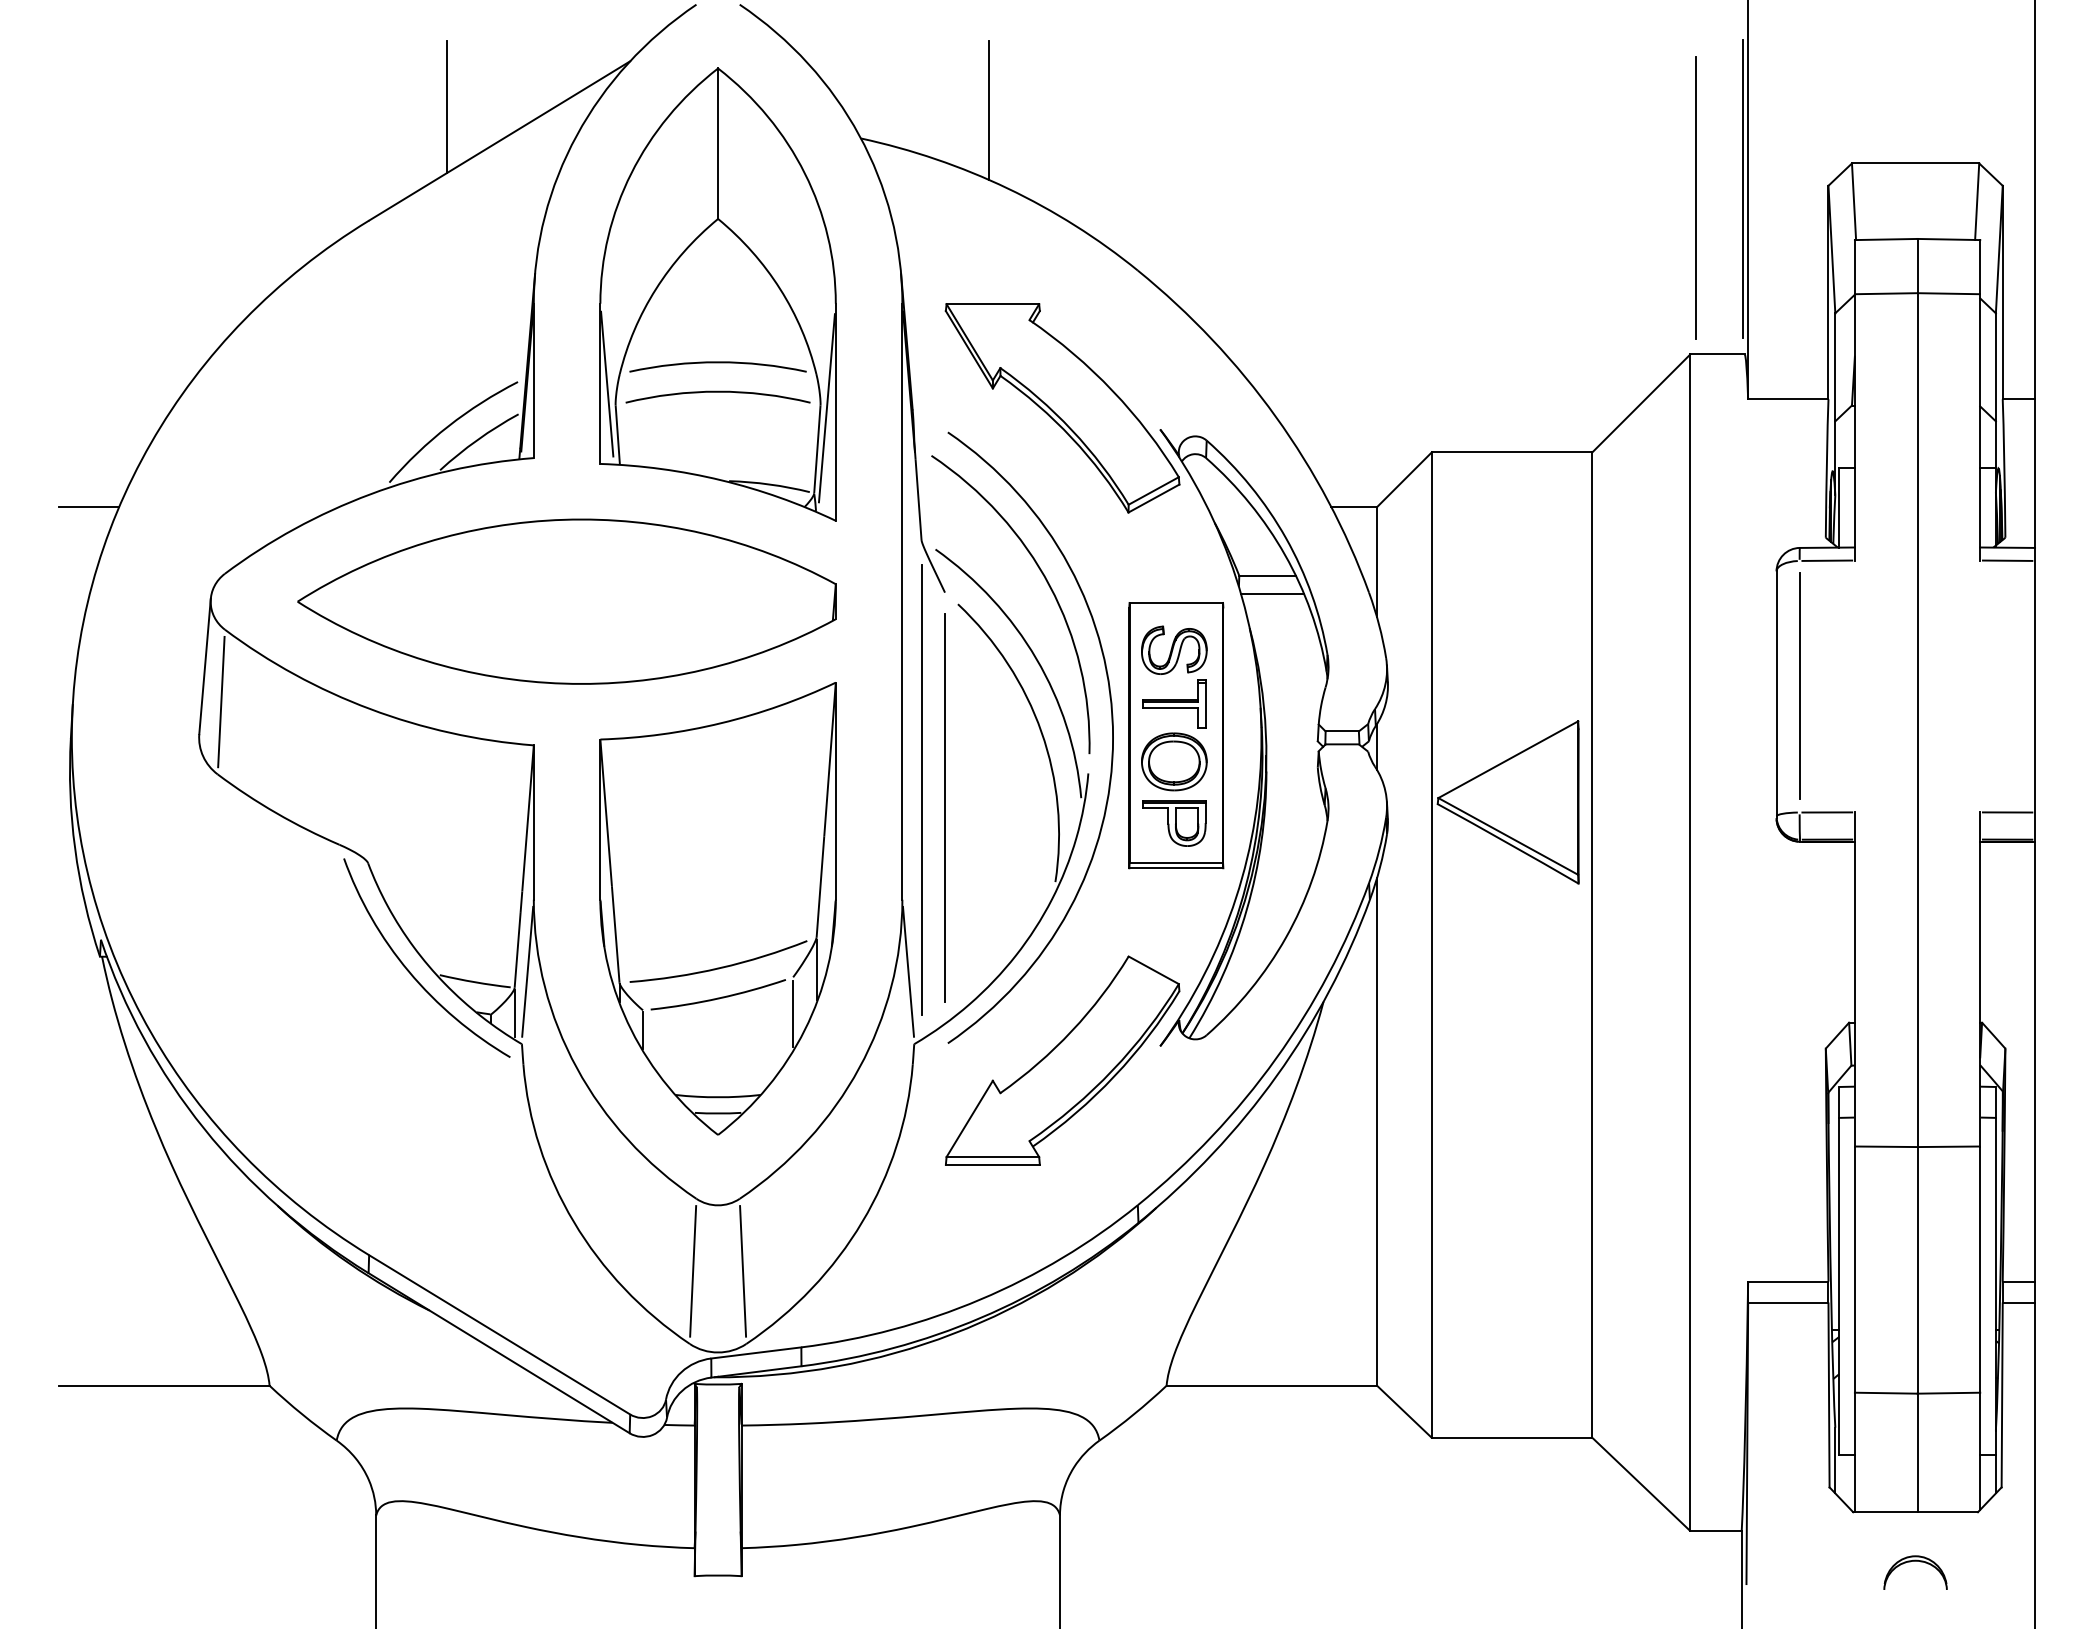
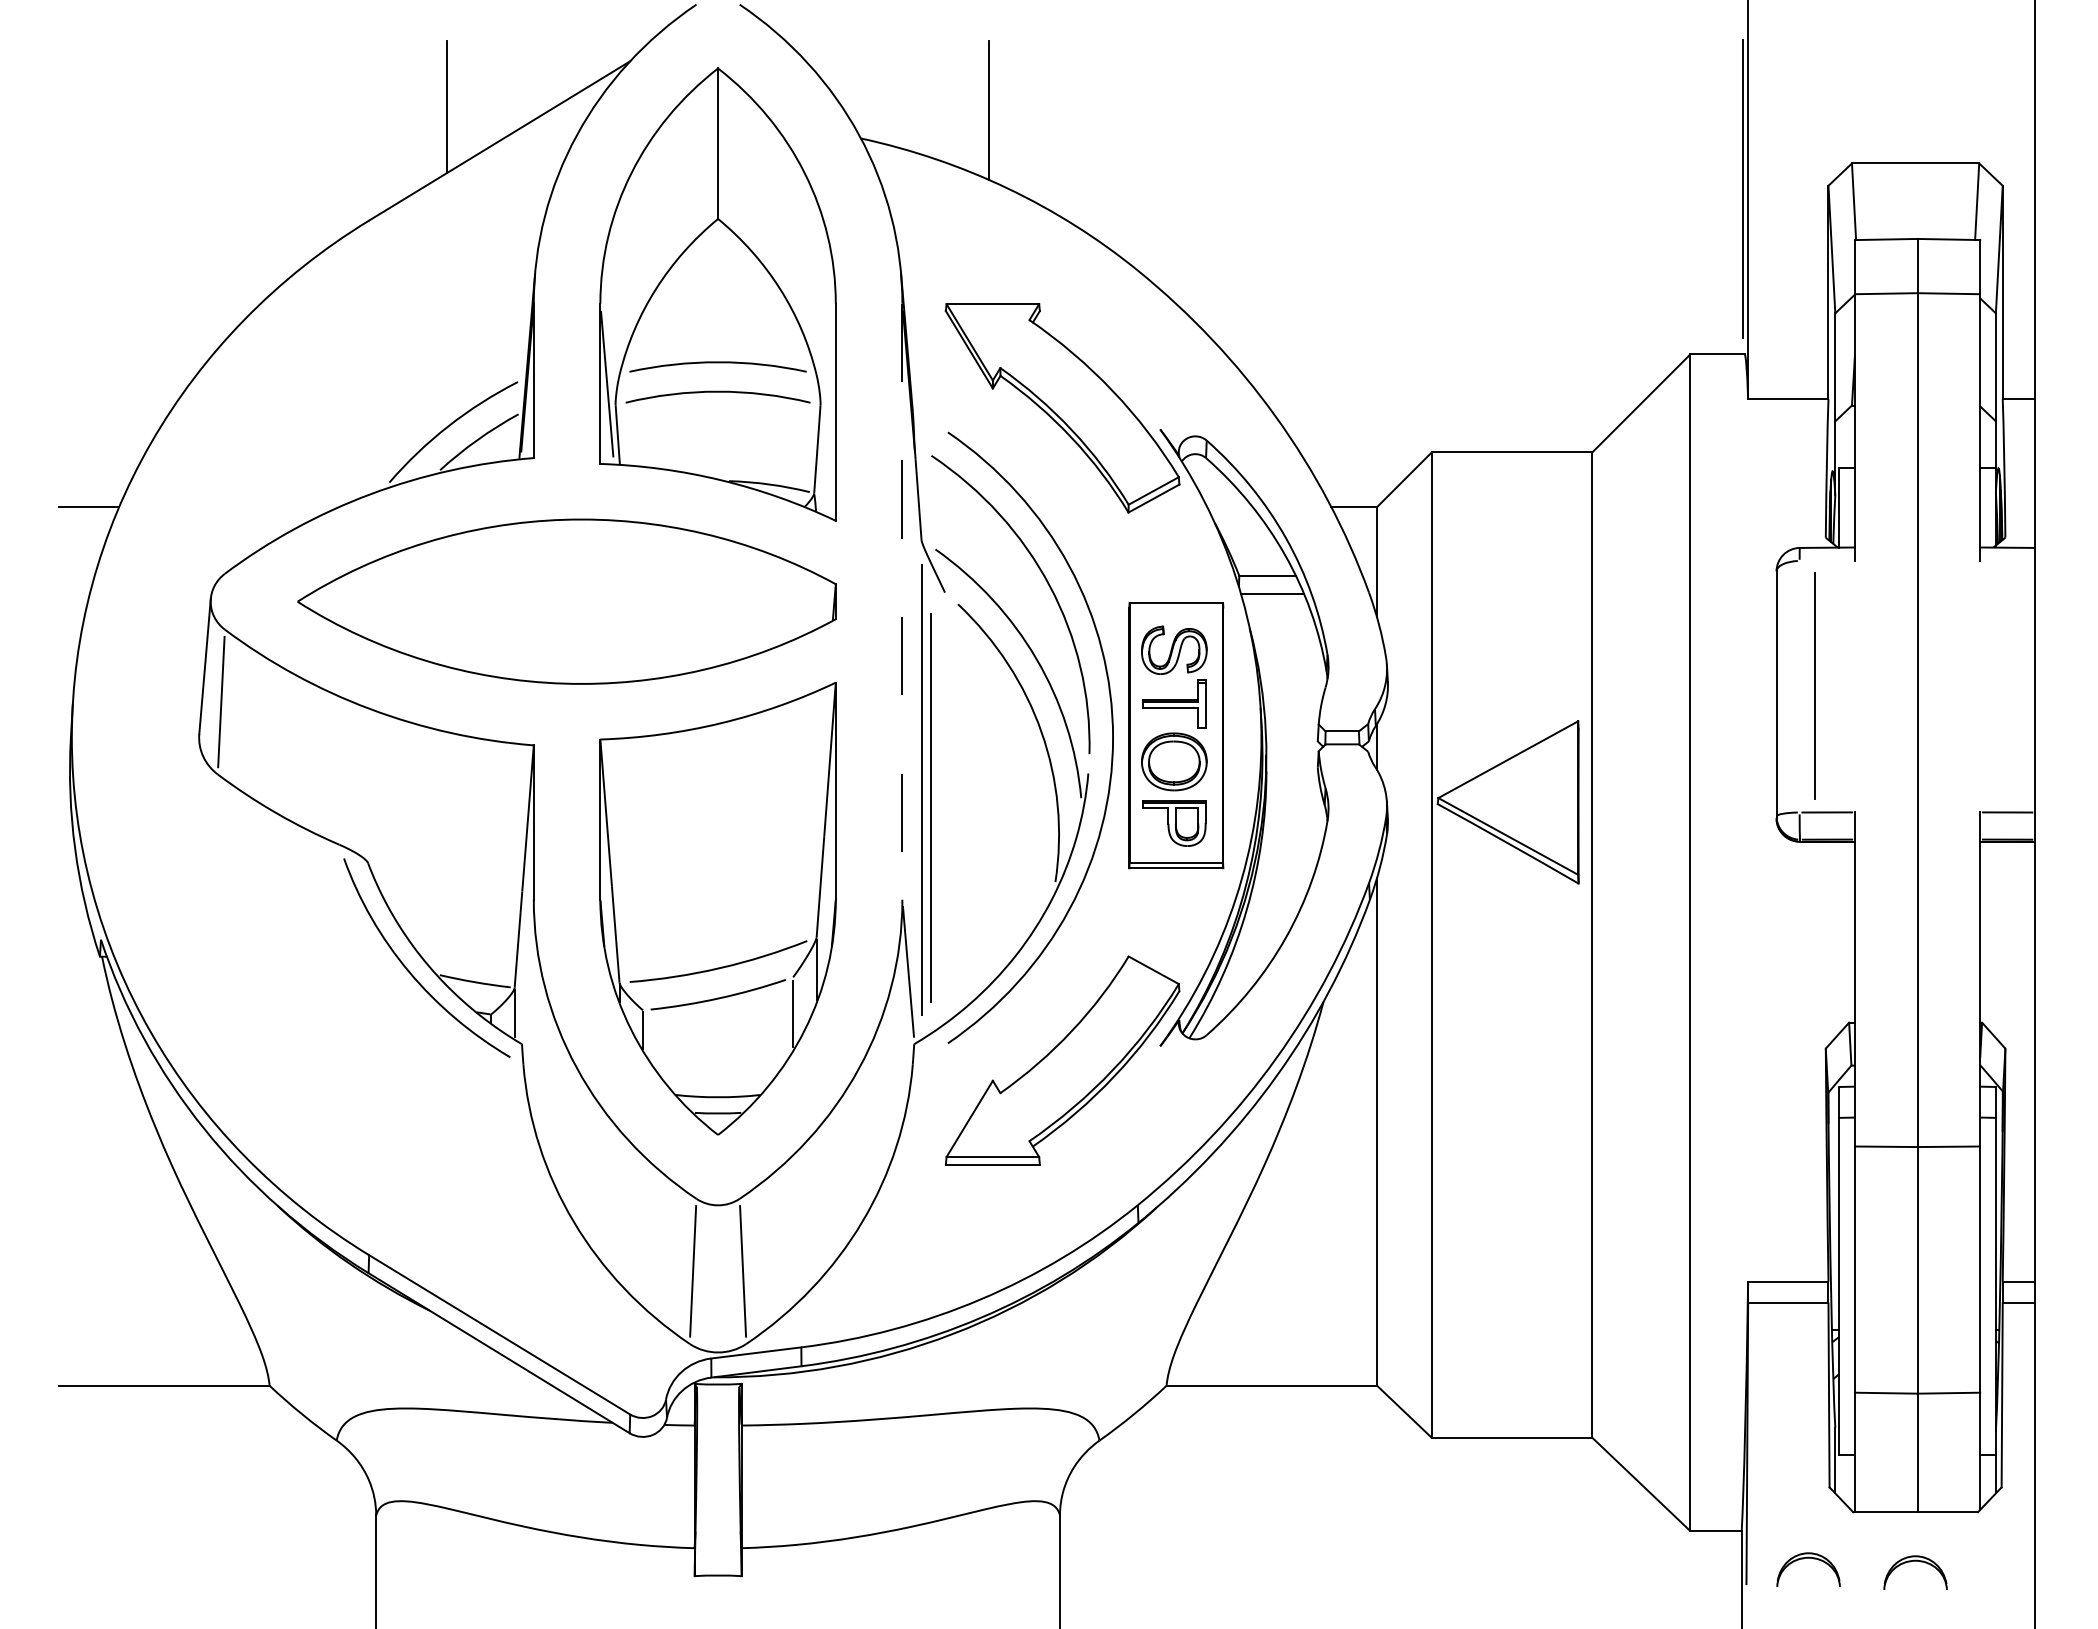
line at (1695, 197): present -> none
line at (826, 408): present -> none
line at (1827, 560): present -> none
line at (2007, 560): present -> none
line at (902, 601): solid -> dashed
line at (1799, 685) position: (1799, 685) -> (1814, 685)
line at (944, 807) position: (944, 807) -> (930, 807)
line at (527, 971): present -> none
part at (1808, 1558): none -> present
